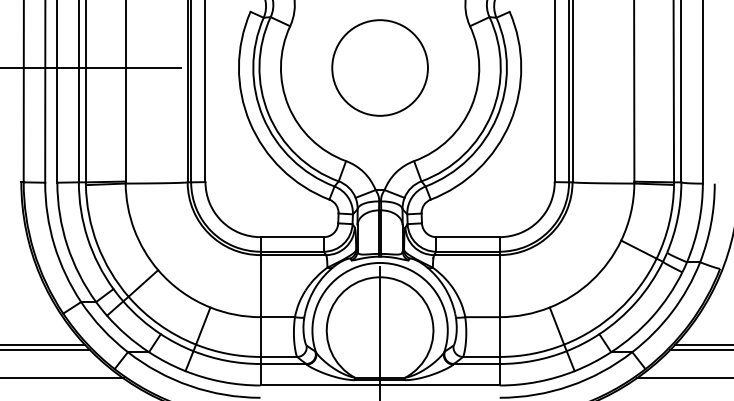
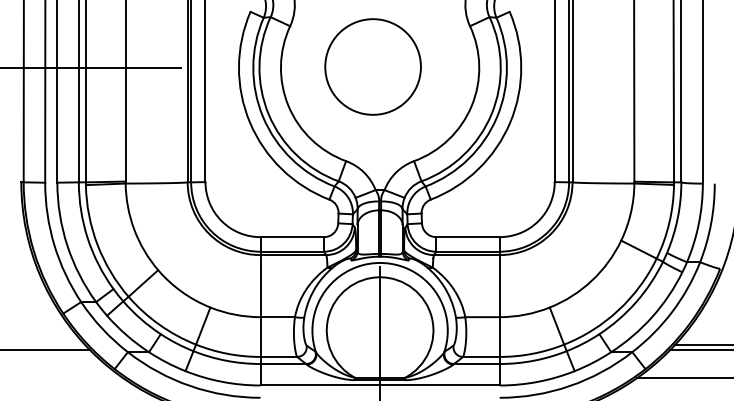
circle at (379, 67) position: (379, 67) -> (372, 66)
line at (43, 344): present -> none
line at (62, 378): present -> none
